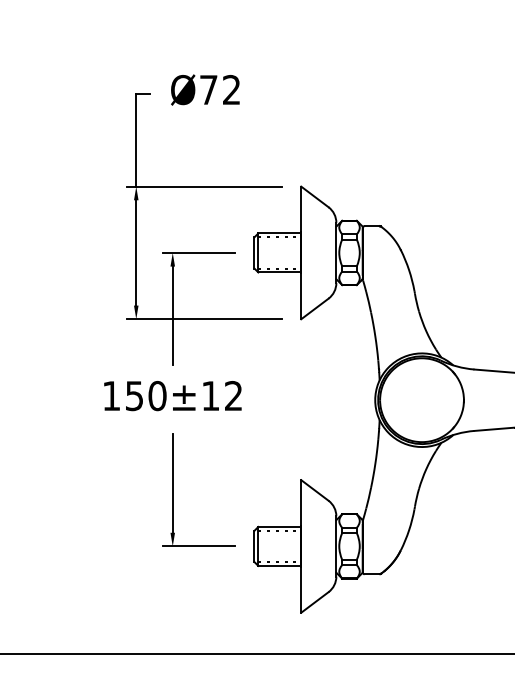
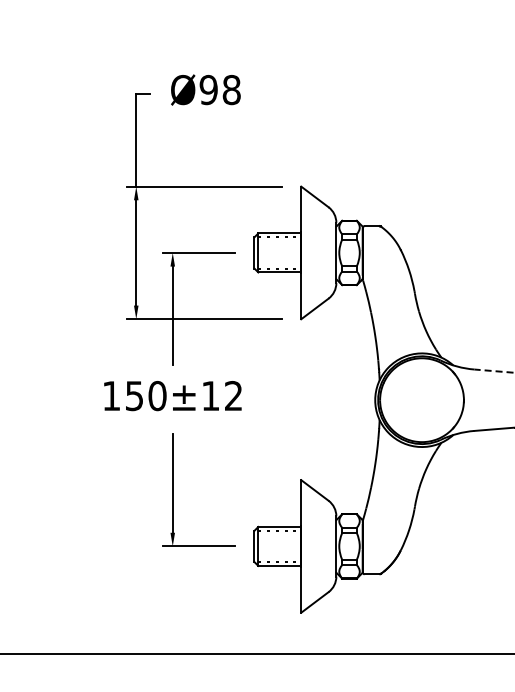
text at (219, 89): Ø72 -> Ø98
line at (494, 371): solid -> dashed
